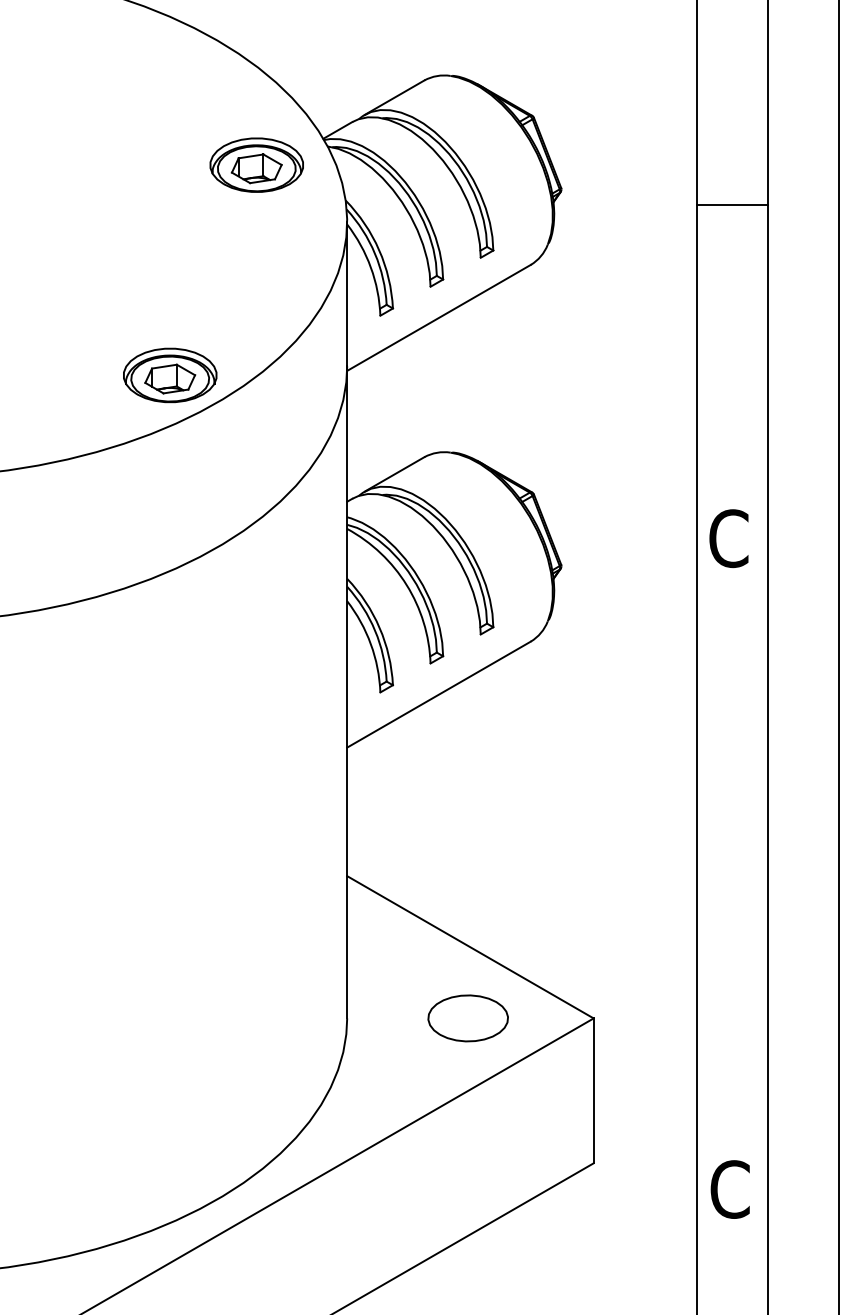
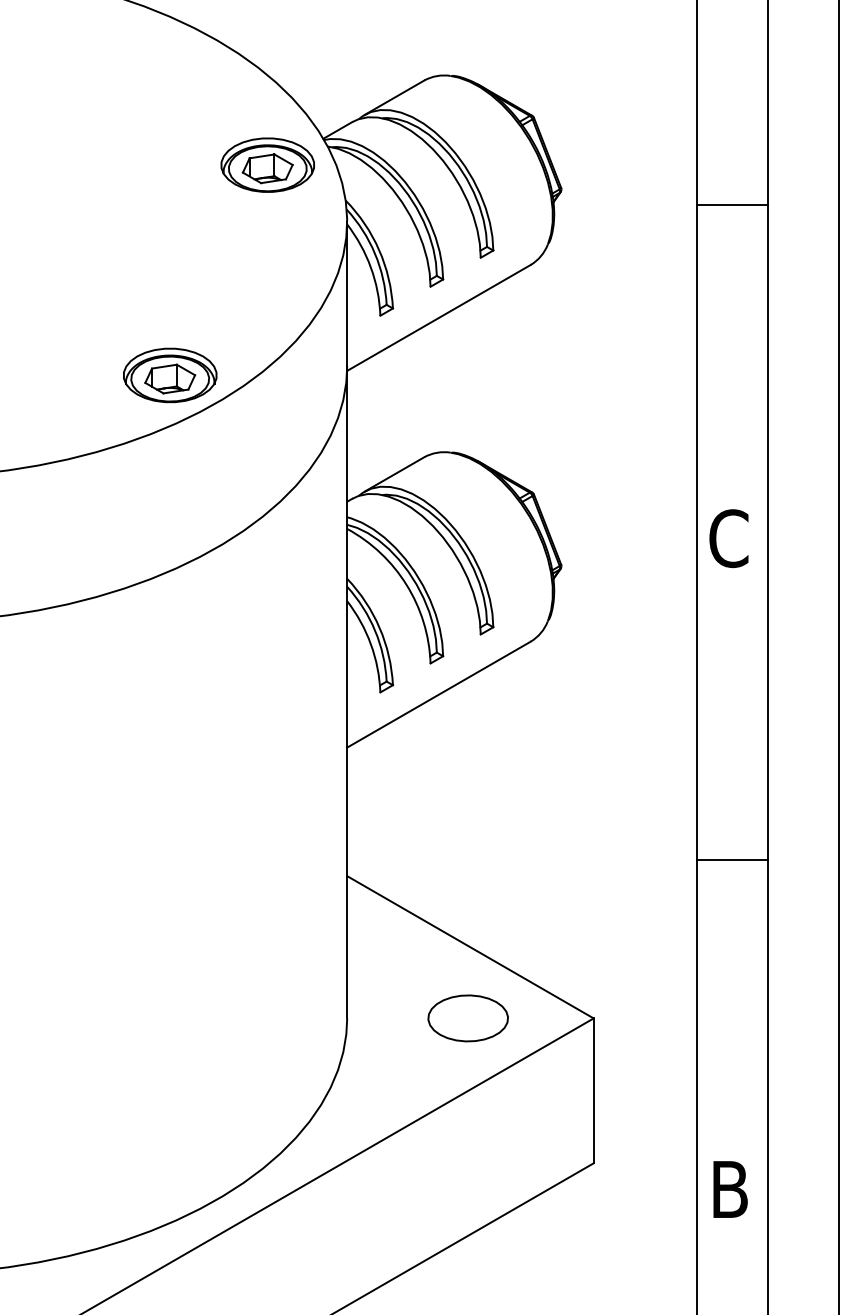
part at (256, 164) position: (256, 164) -> (267, 164)
line at (731, 860): none -> present
text at (729, 1189): C -> B
